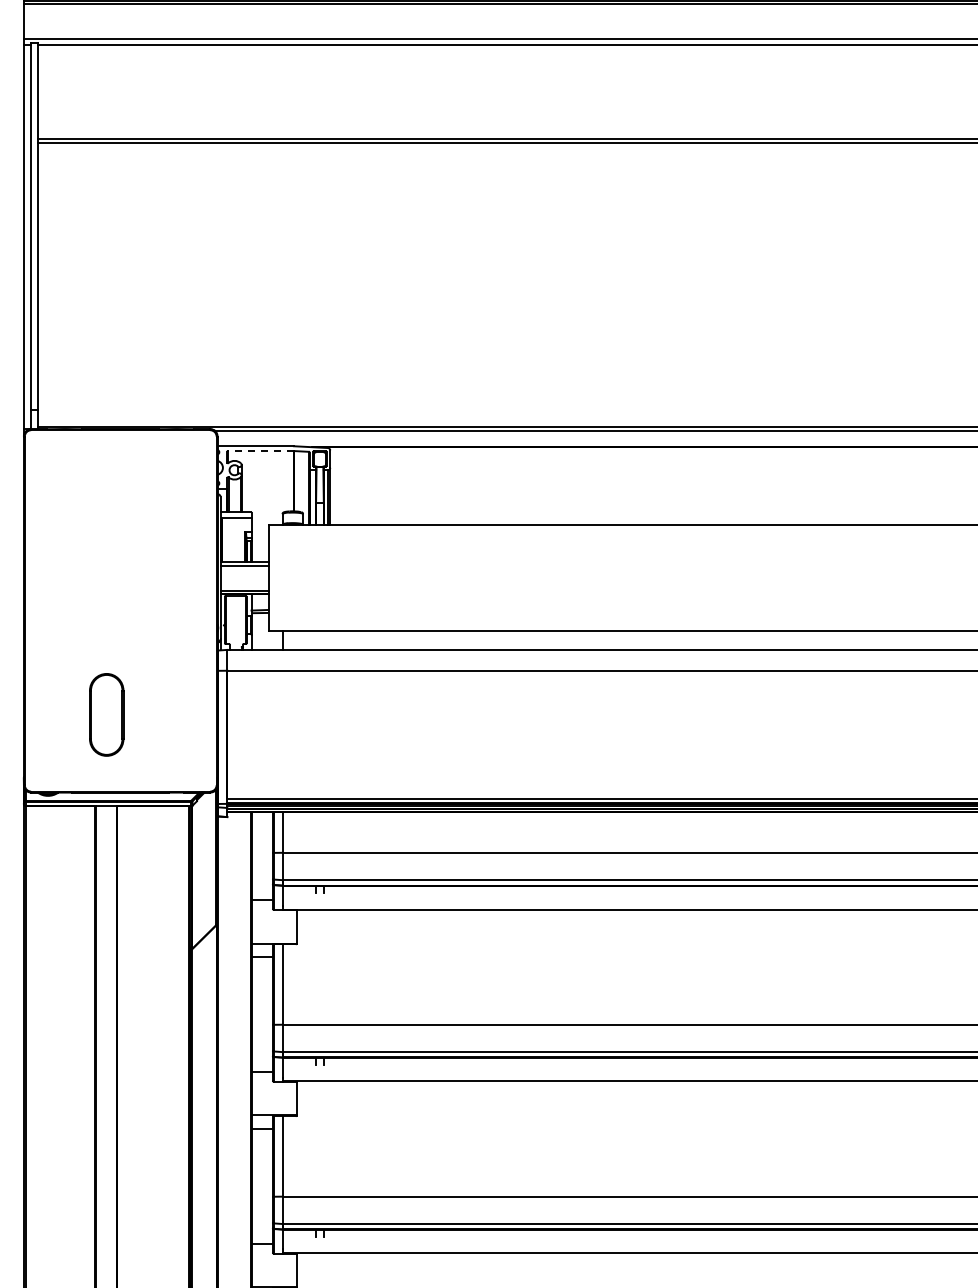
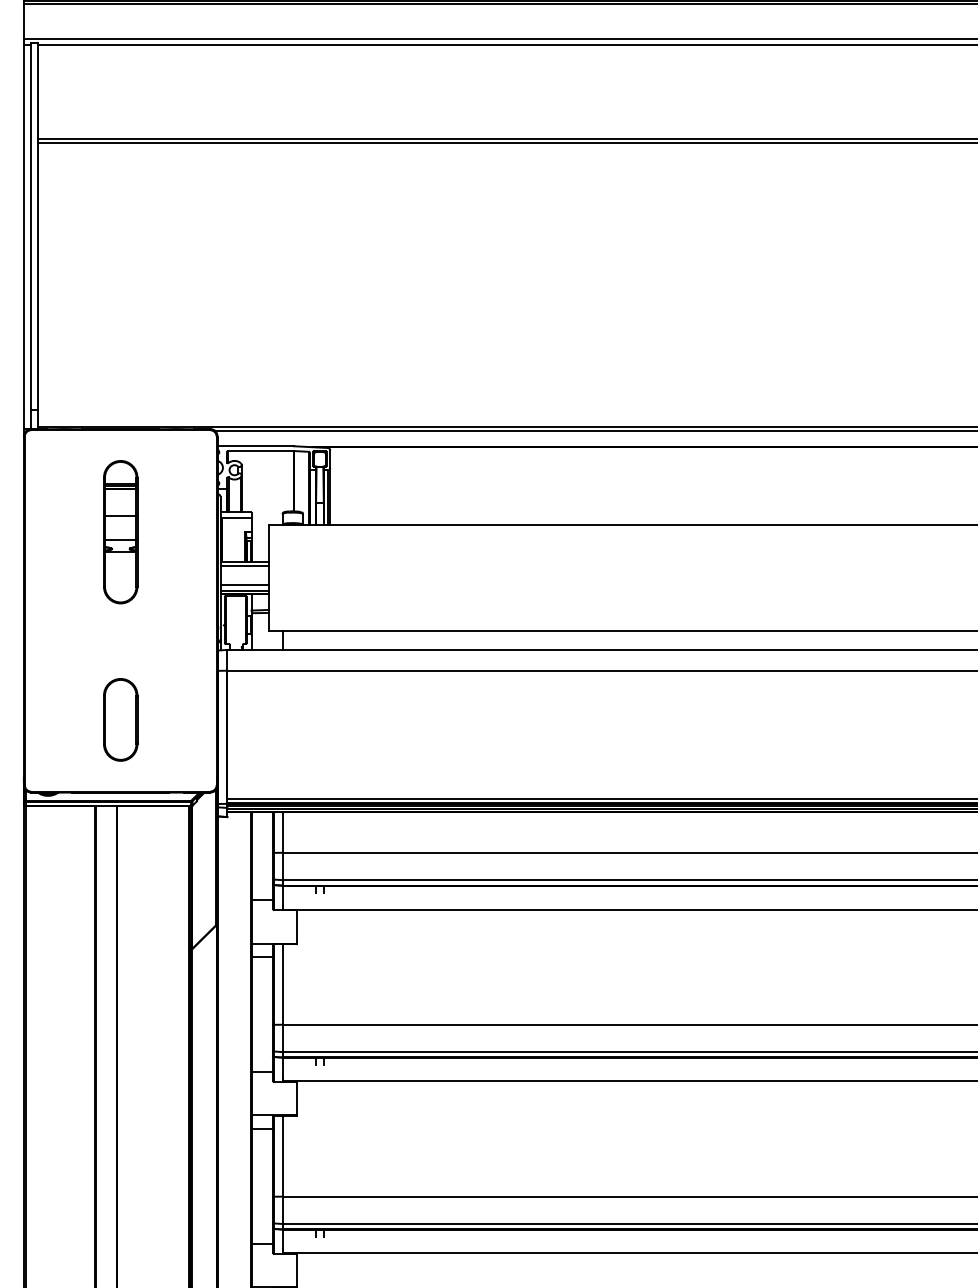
line at (260, 451): dashed -> solid
part at (120, 532): none -> present
line at (244, 585): none -> present
part at (106, 714) position: (106, 714) -> (120, 719)
